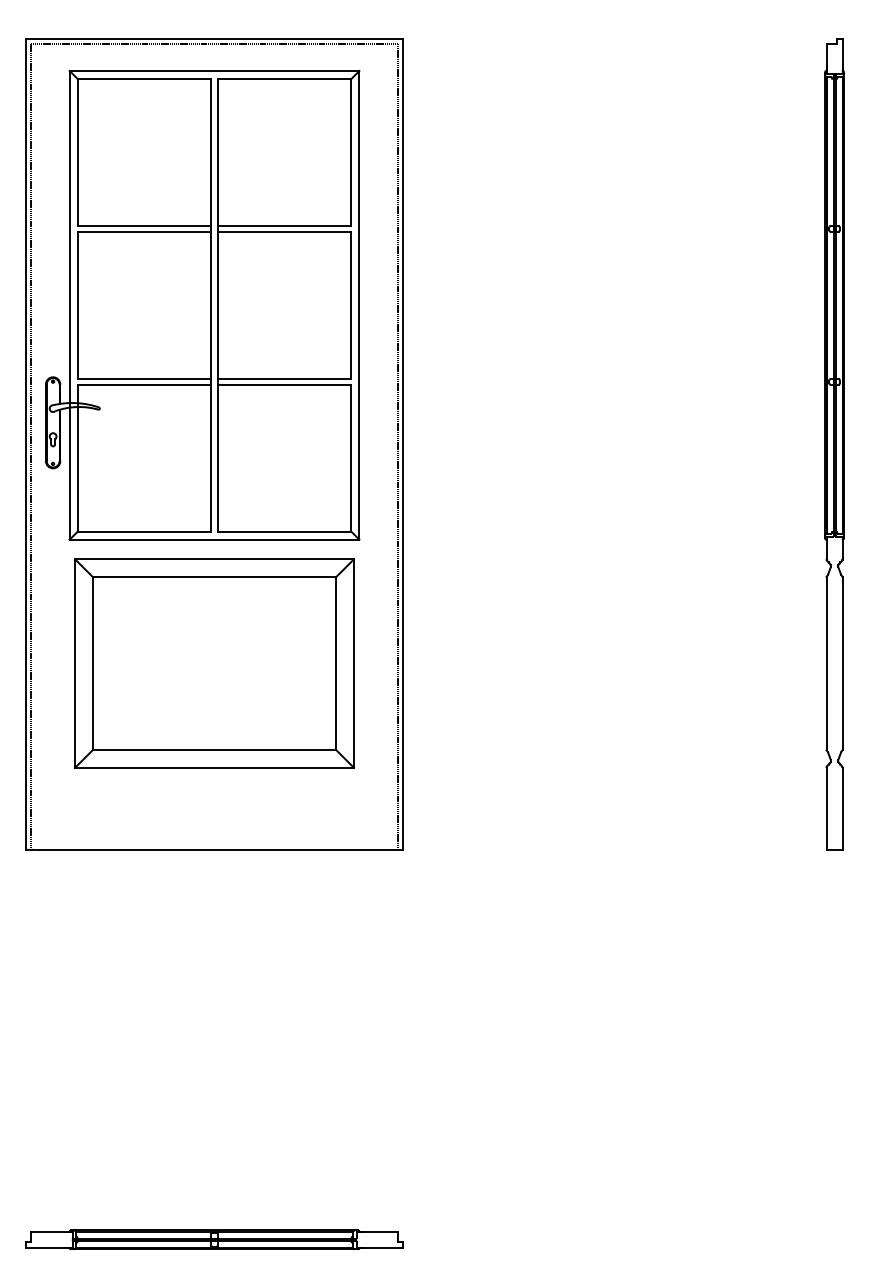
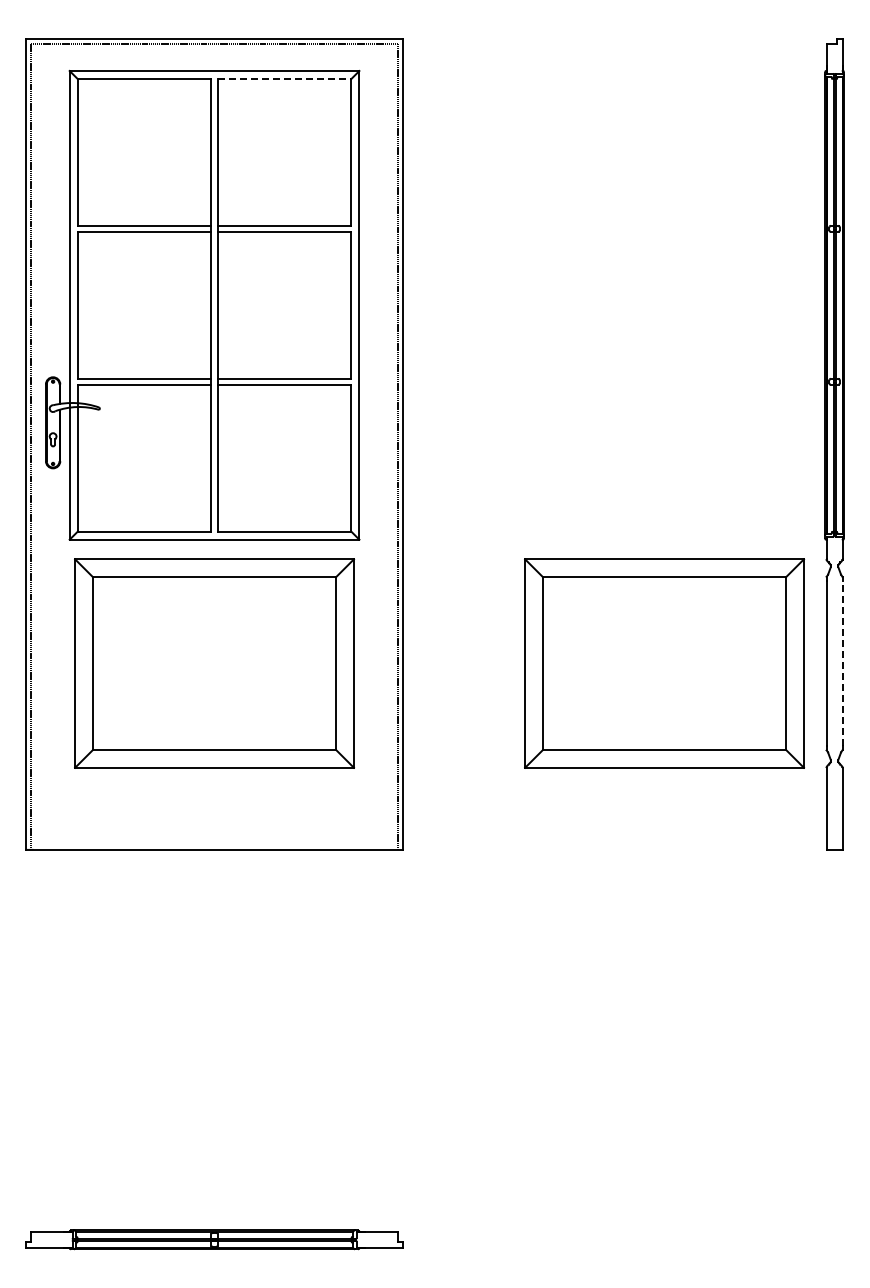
line at (284, 78): solid -> dashed
part at (664, 663): none -> present
line at (842, 663): solid -> dashed
